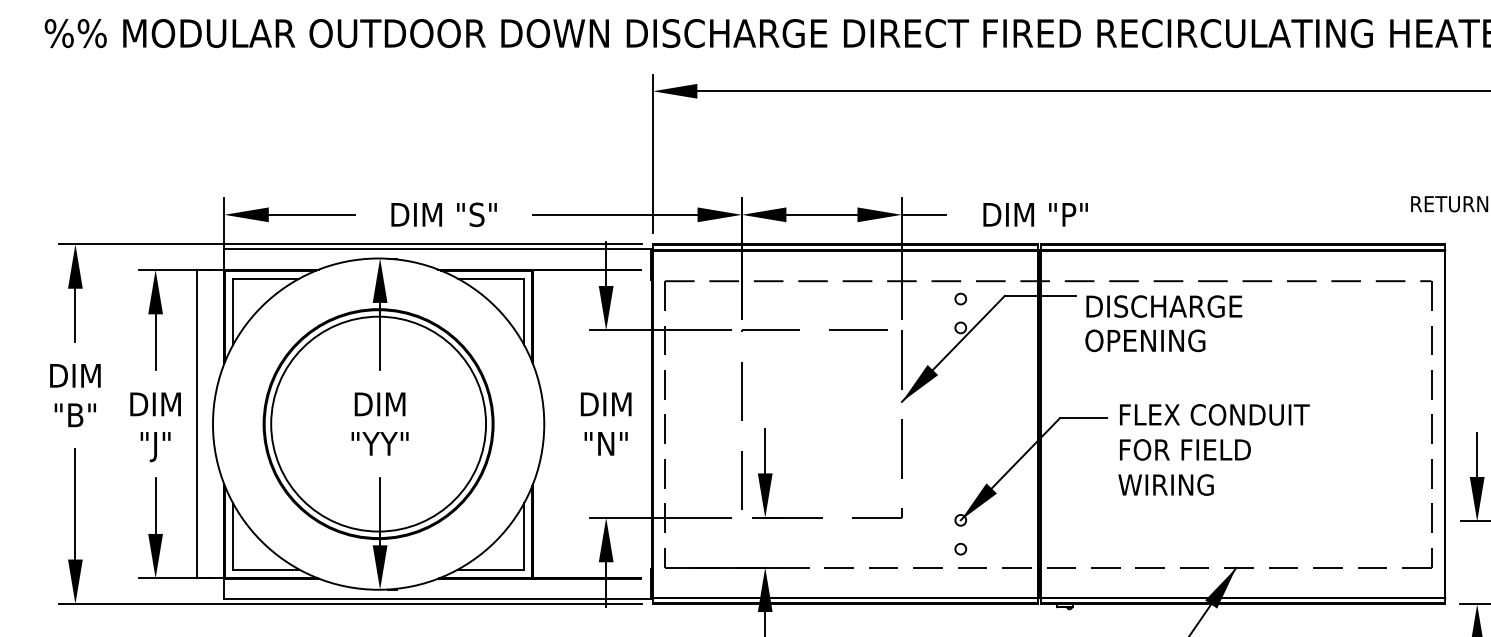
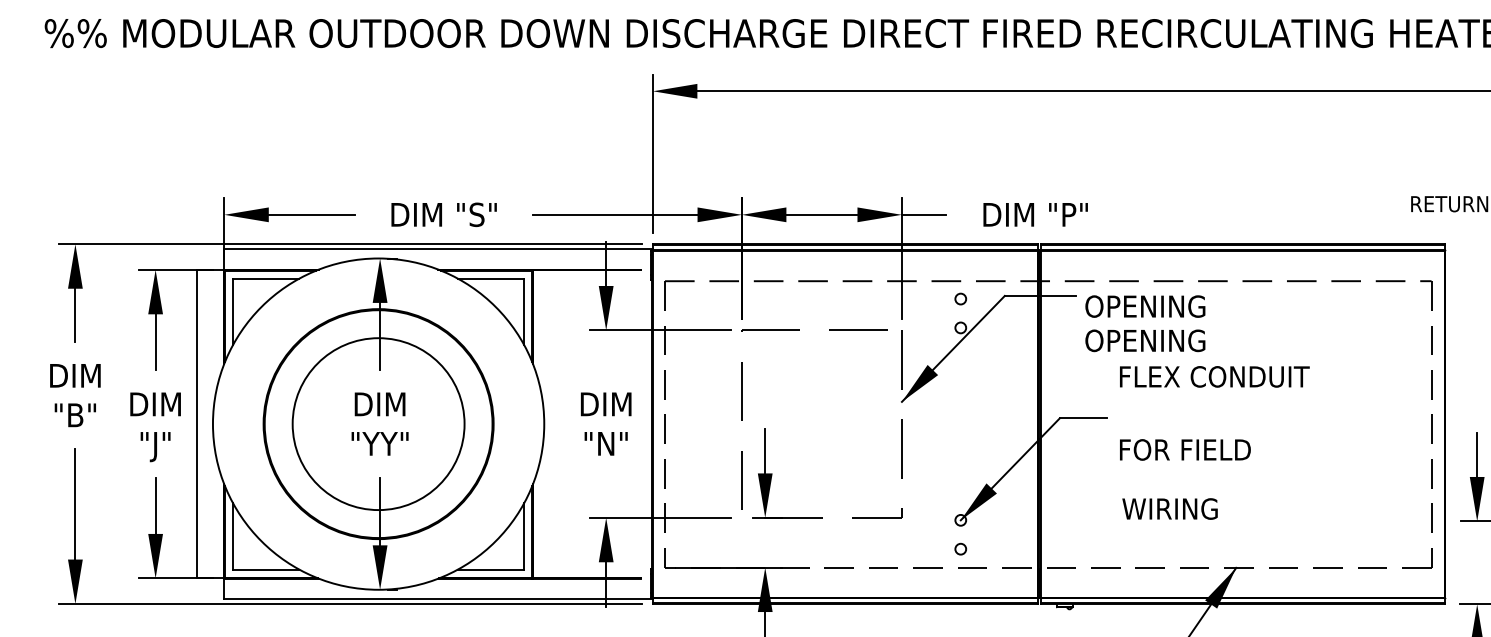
text at (1163, 306): DISCHARGE -> OPENING
text at (1214, 414) position: (1214, 414) -> (1214, 376)
circle at (378, 423) diameter: 215 px -> 172 px
text at (1165, 484) position: (1165, 484) -> (1169, 508)
